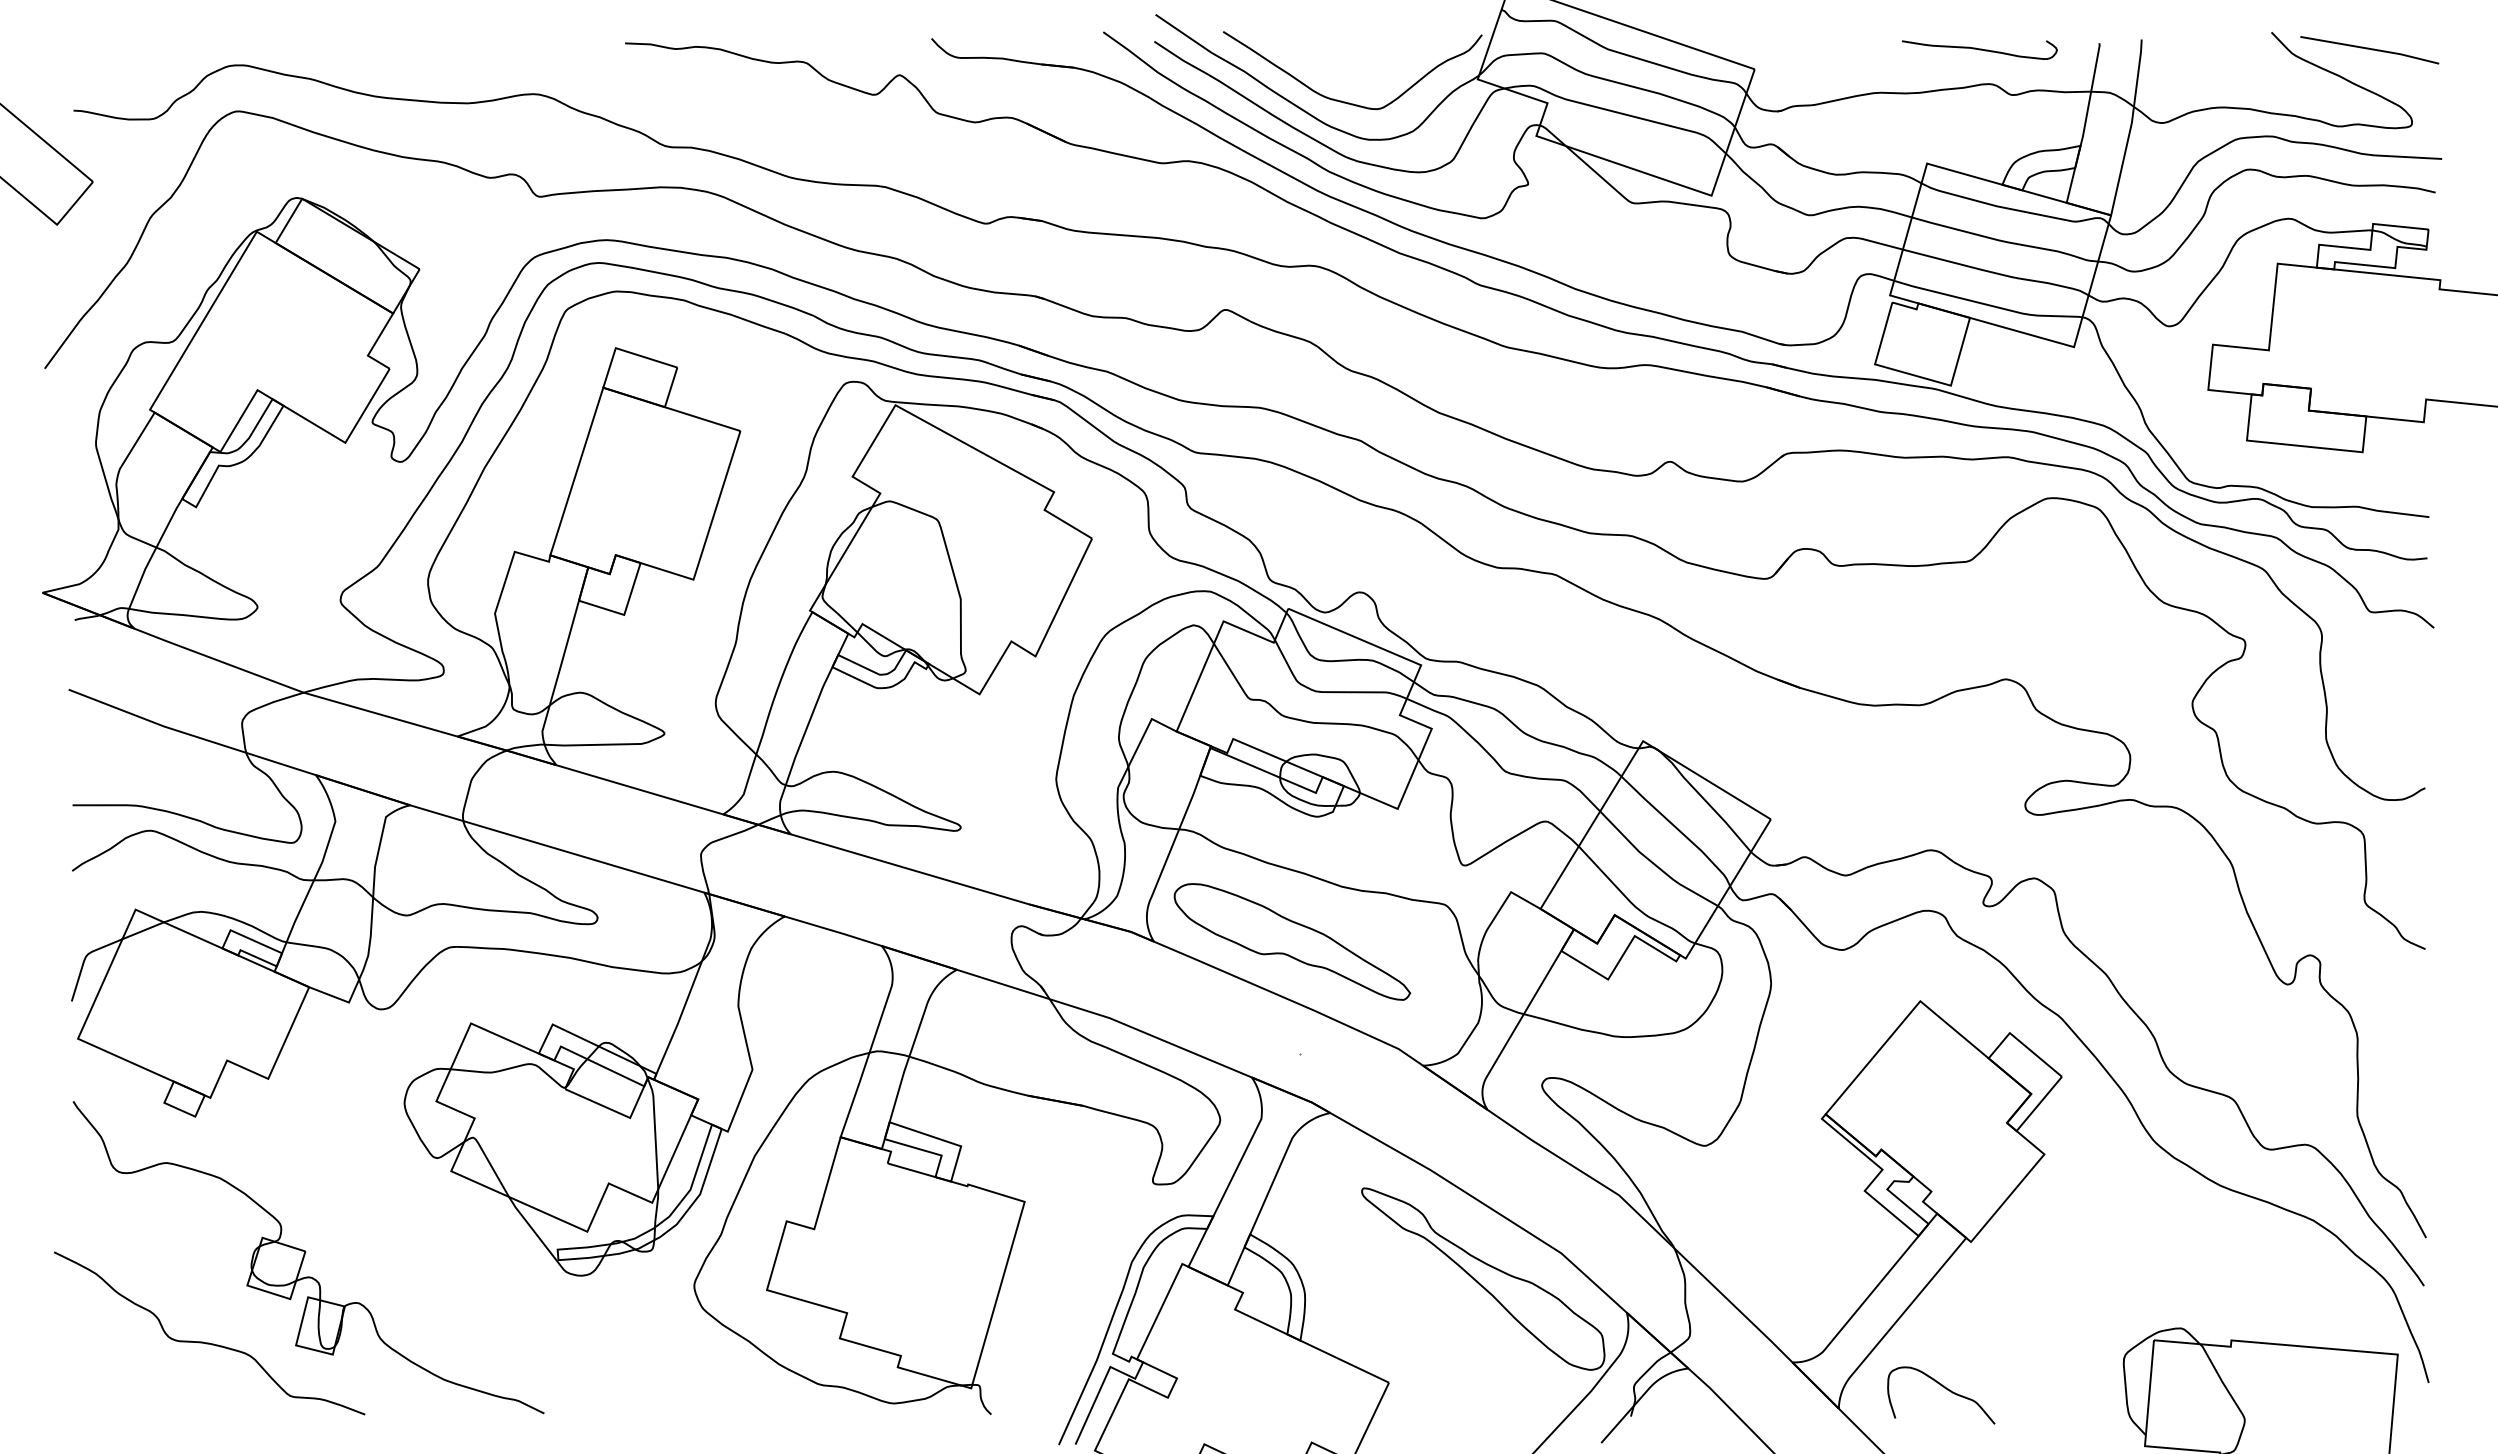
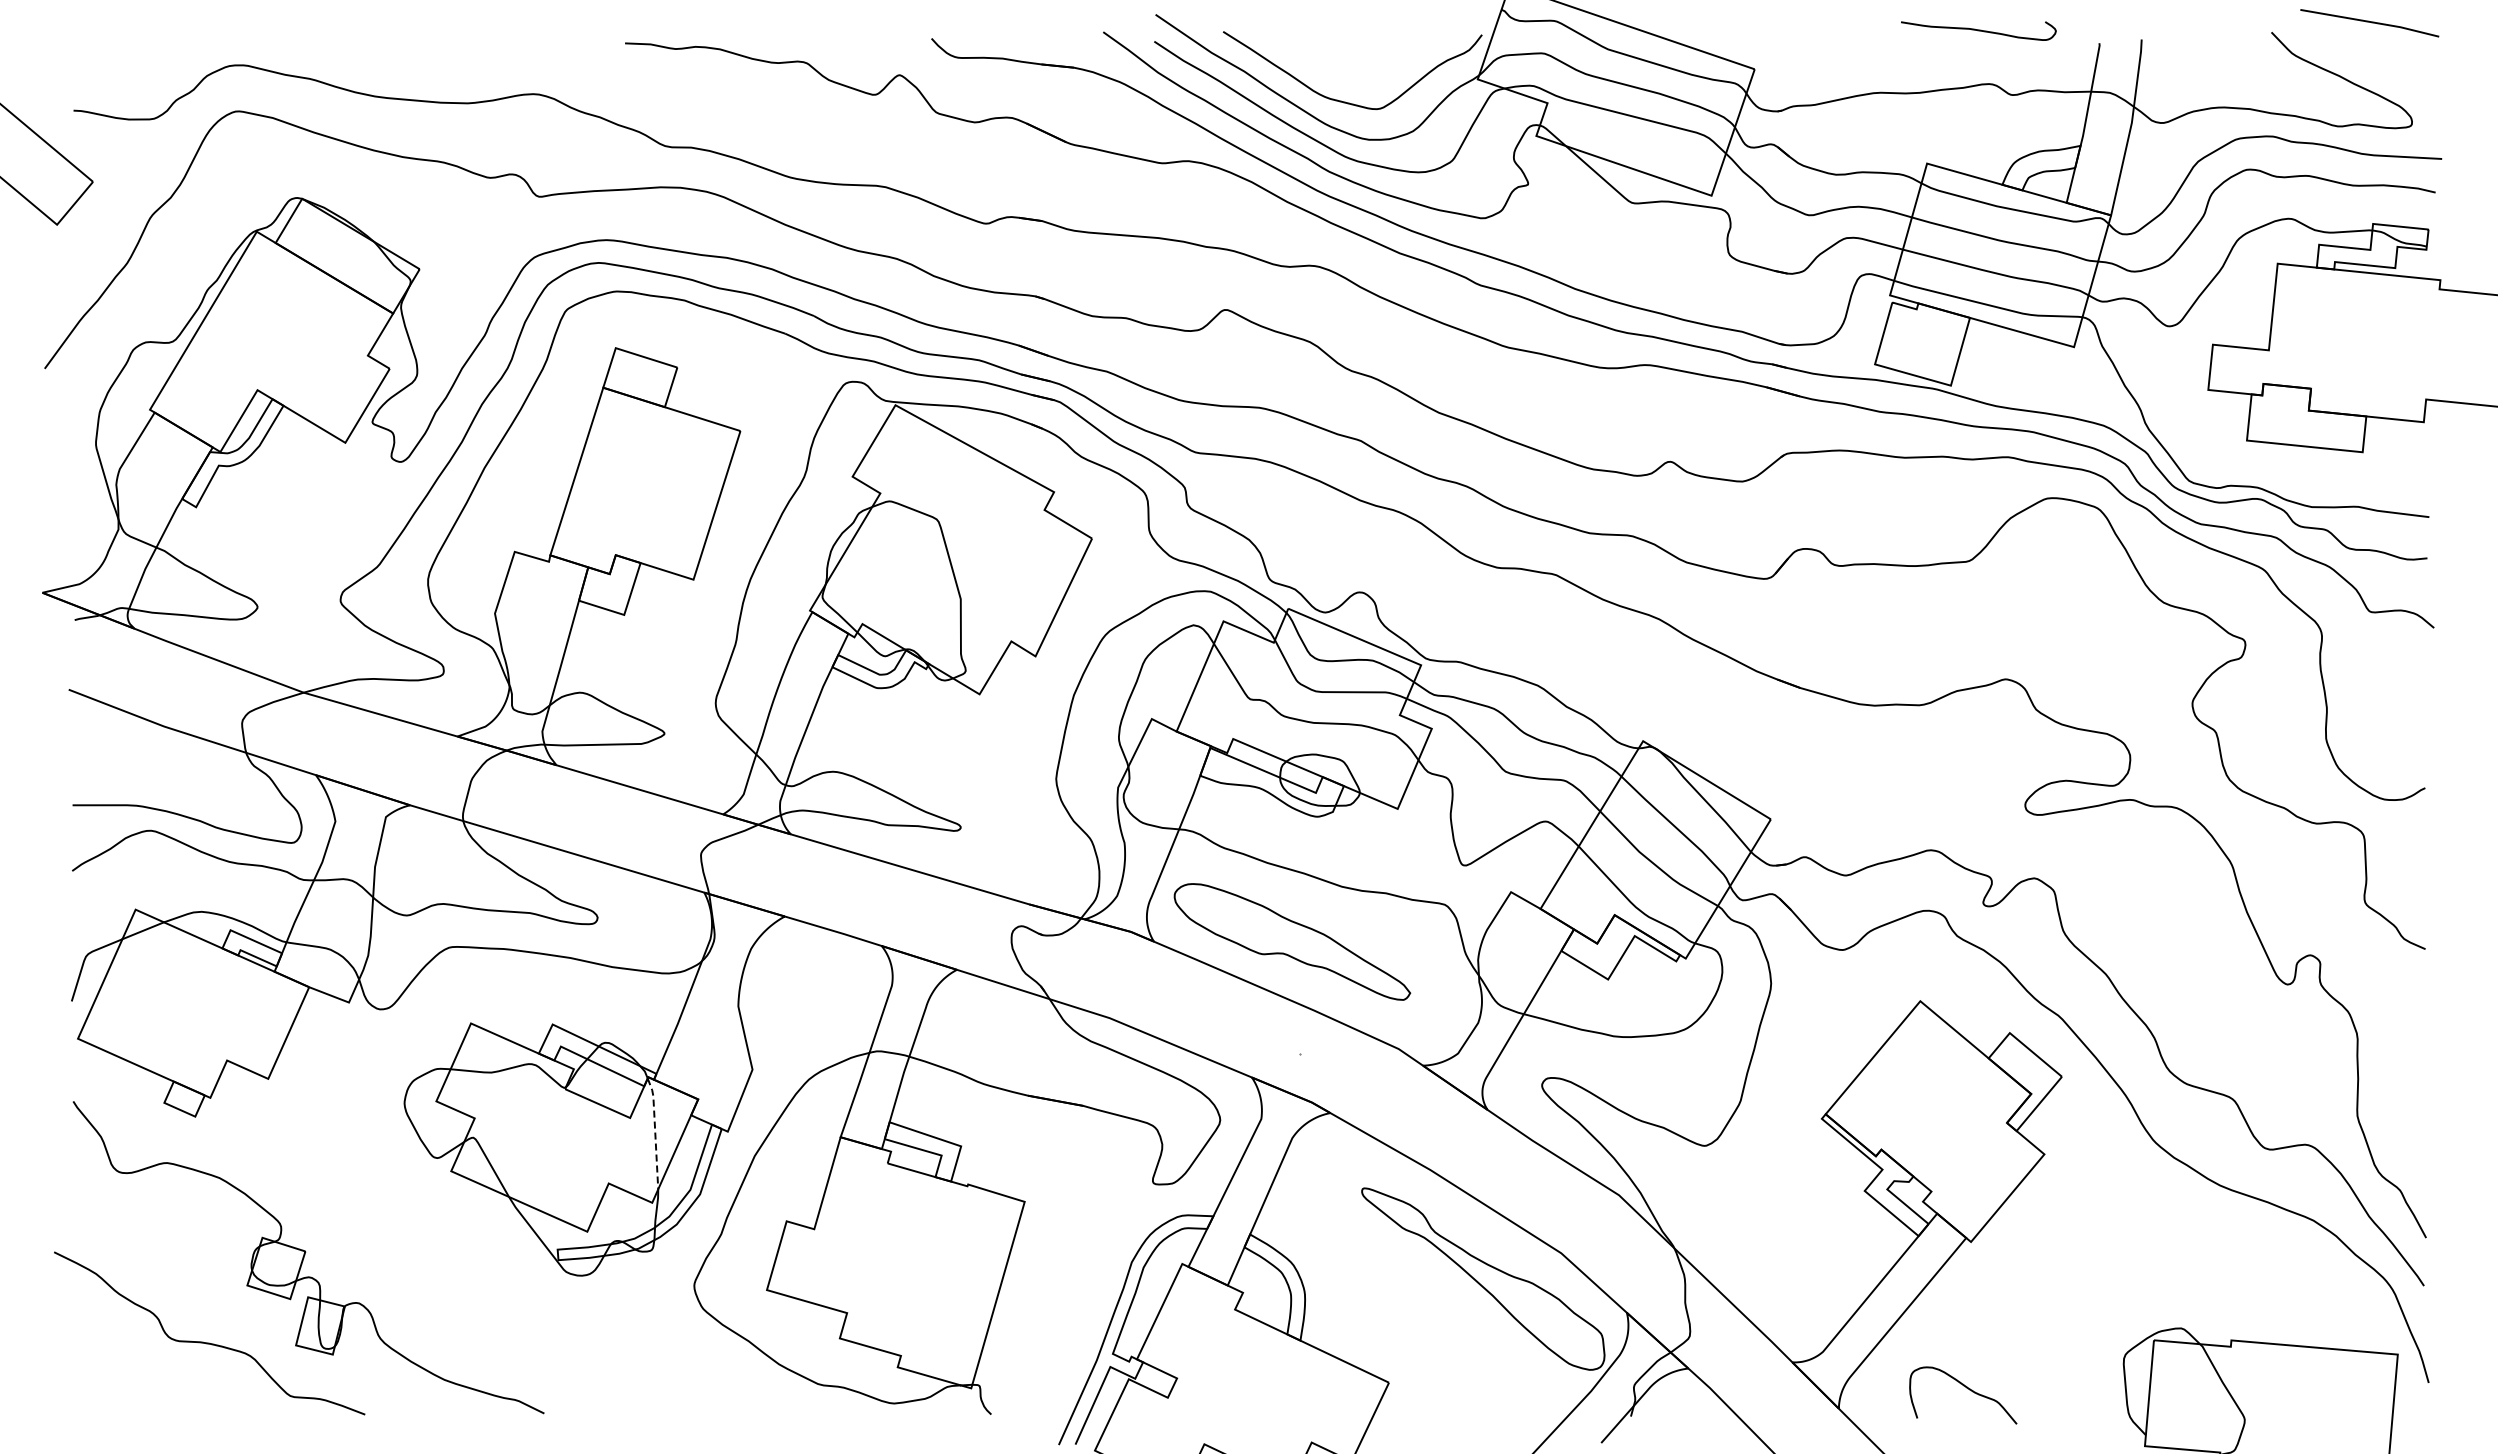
curve at (1979, 49) position: (1979, 49) -> (1978, 30)
line at (2369, 49) position: (2369, 49) -> (2369, 22)
line at (655, 1131): solid -> dashed
curve at (1944, 1388) position: (1944, 1388) -> (1966, 1388)
